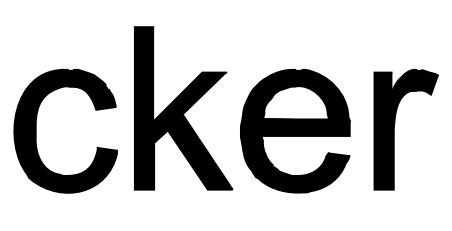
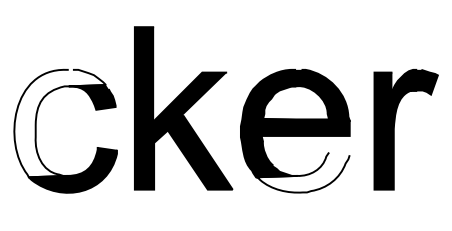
fill at (59, 123): present -> none
fill at (302, 172): present -> none
